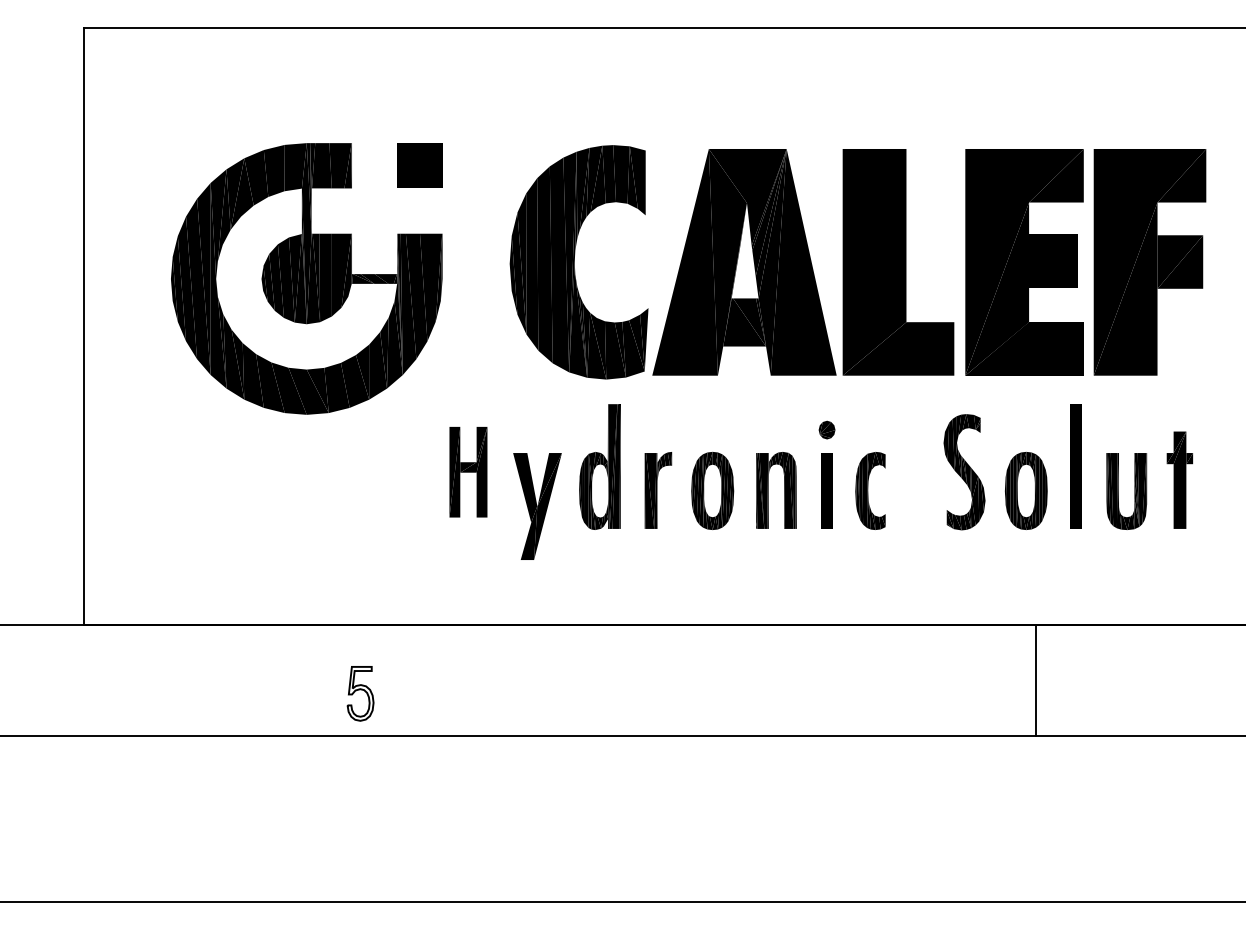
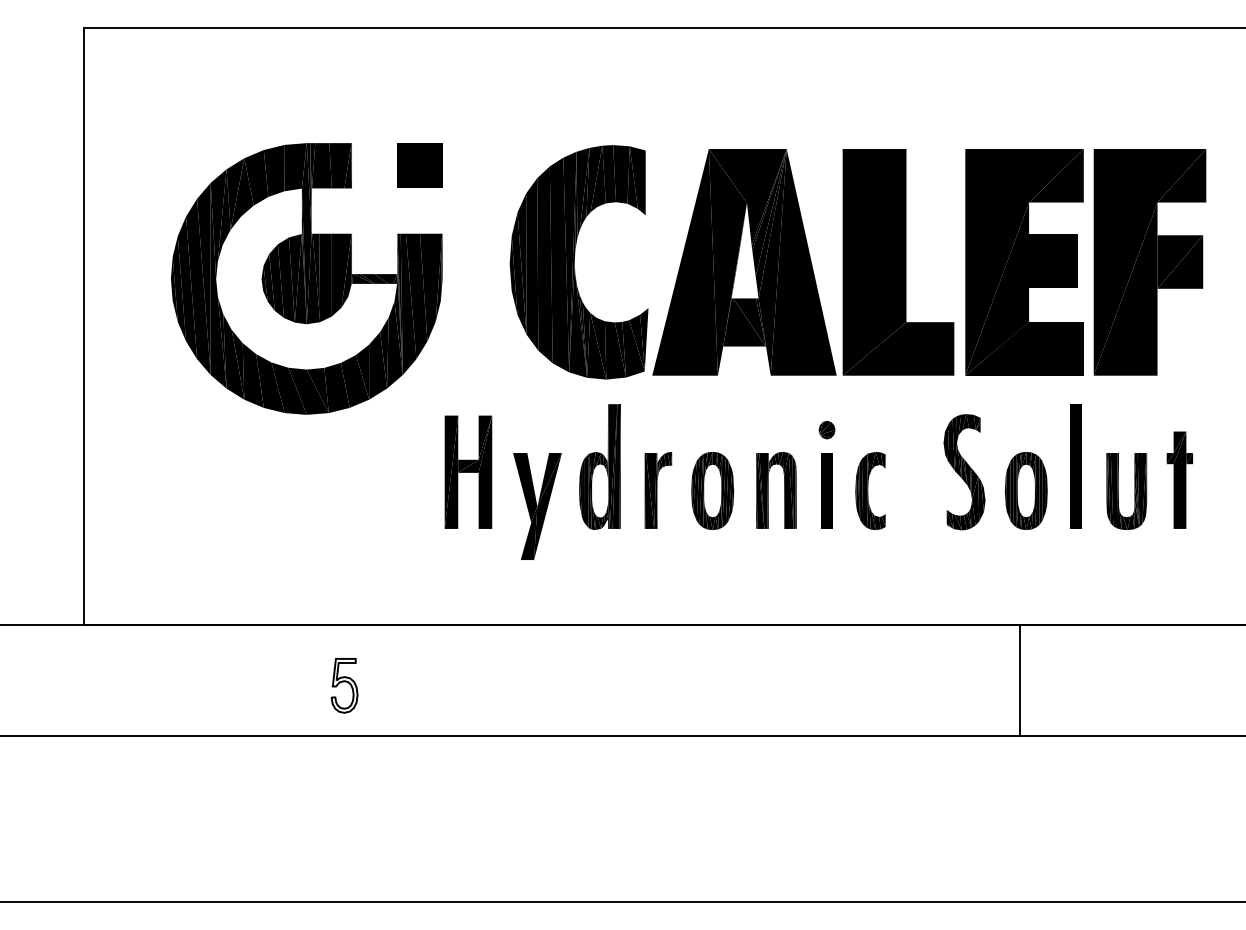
part at (468, 472) size: 39x91 px -> 49x114 px
line at (1036, 679) position: (1036, 679) -> (1020, 679)
part at (360, 693) position: (360, 693) -> (344, 685)
